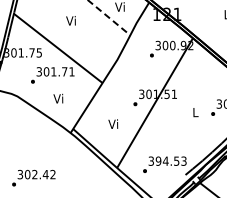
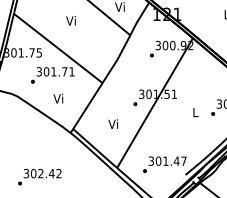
line at (109, 18): dashed -> solid
text at (170, 160): 394.53 -> 301.47
text at (33, 177) position: (33, 177) -> (39, 176)
